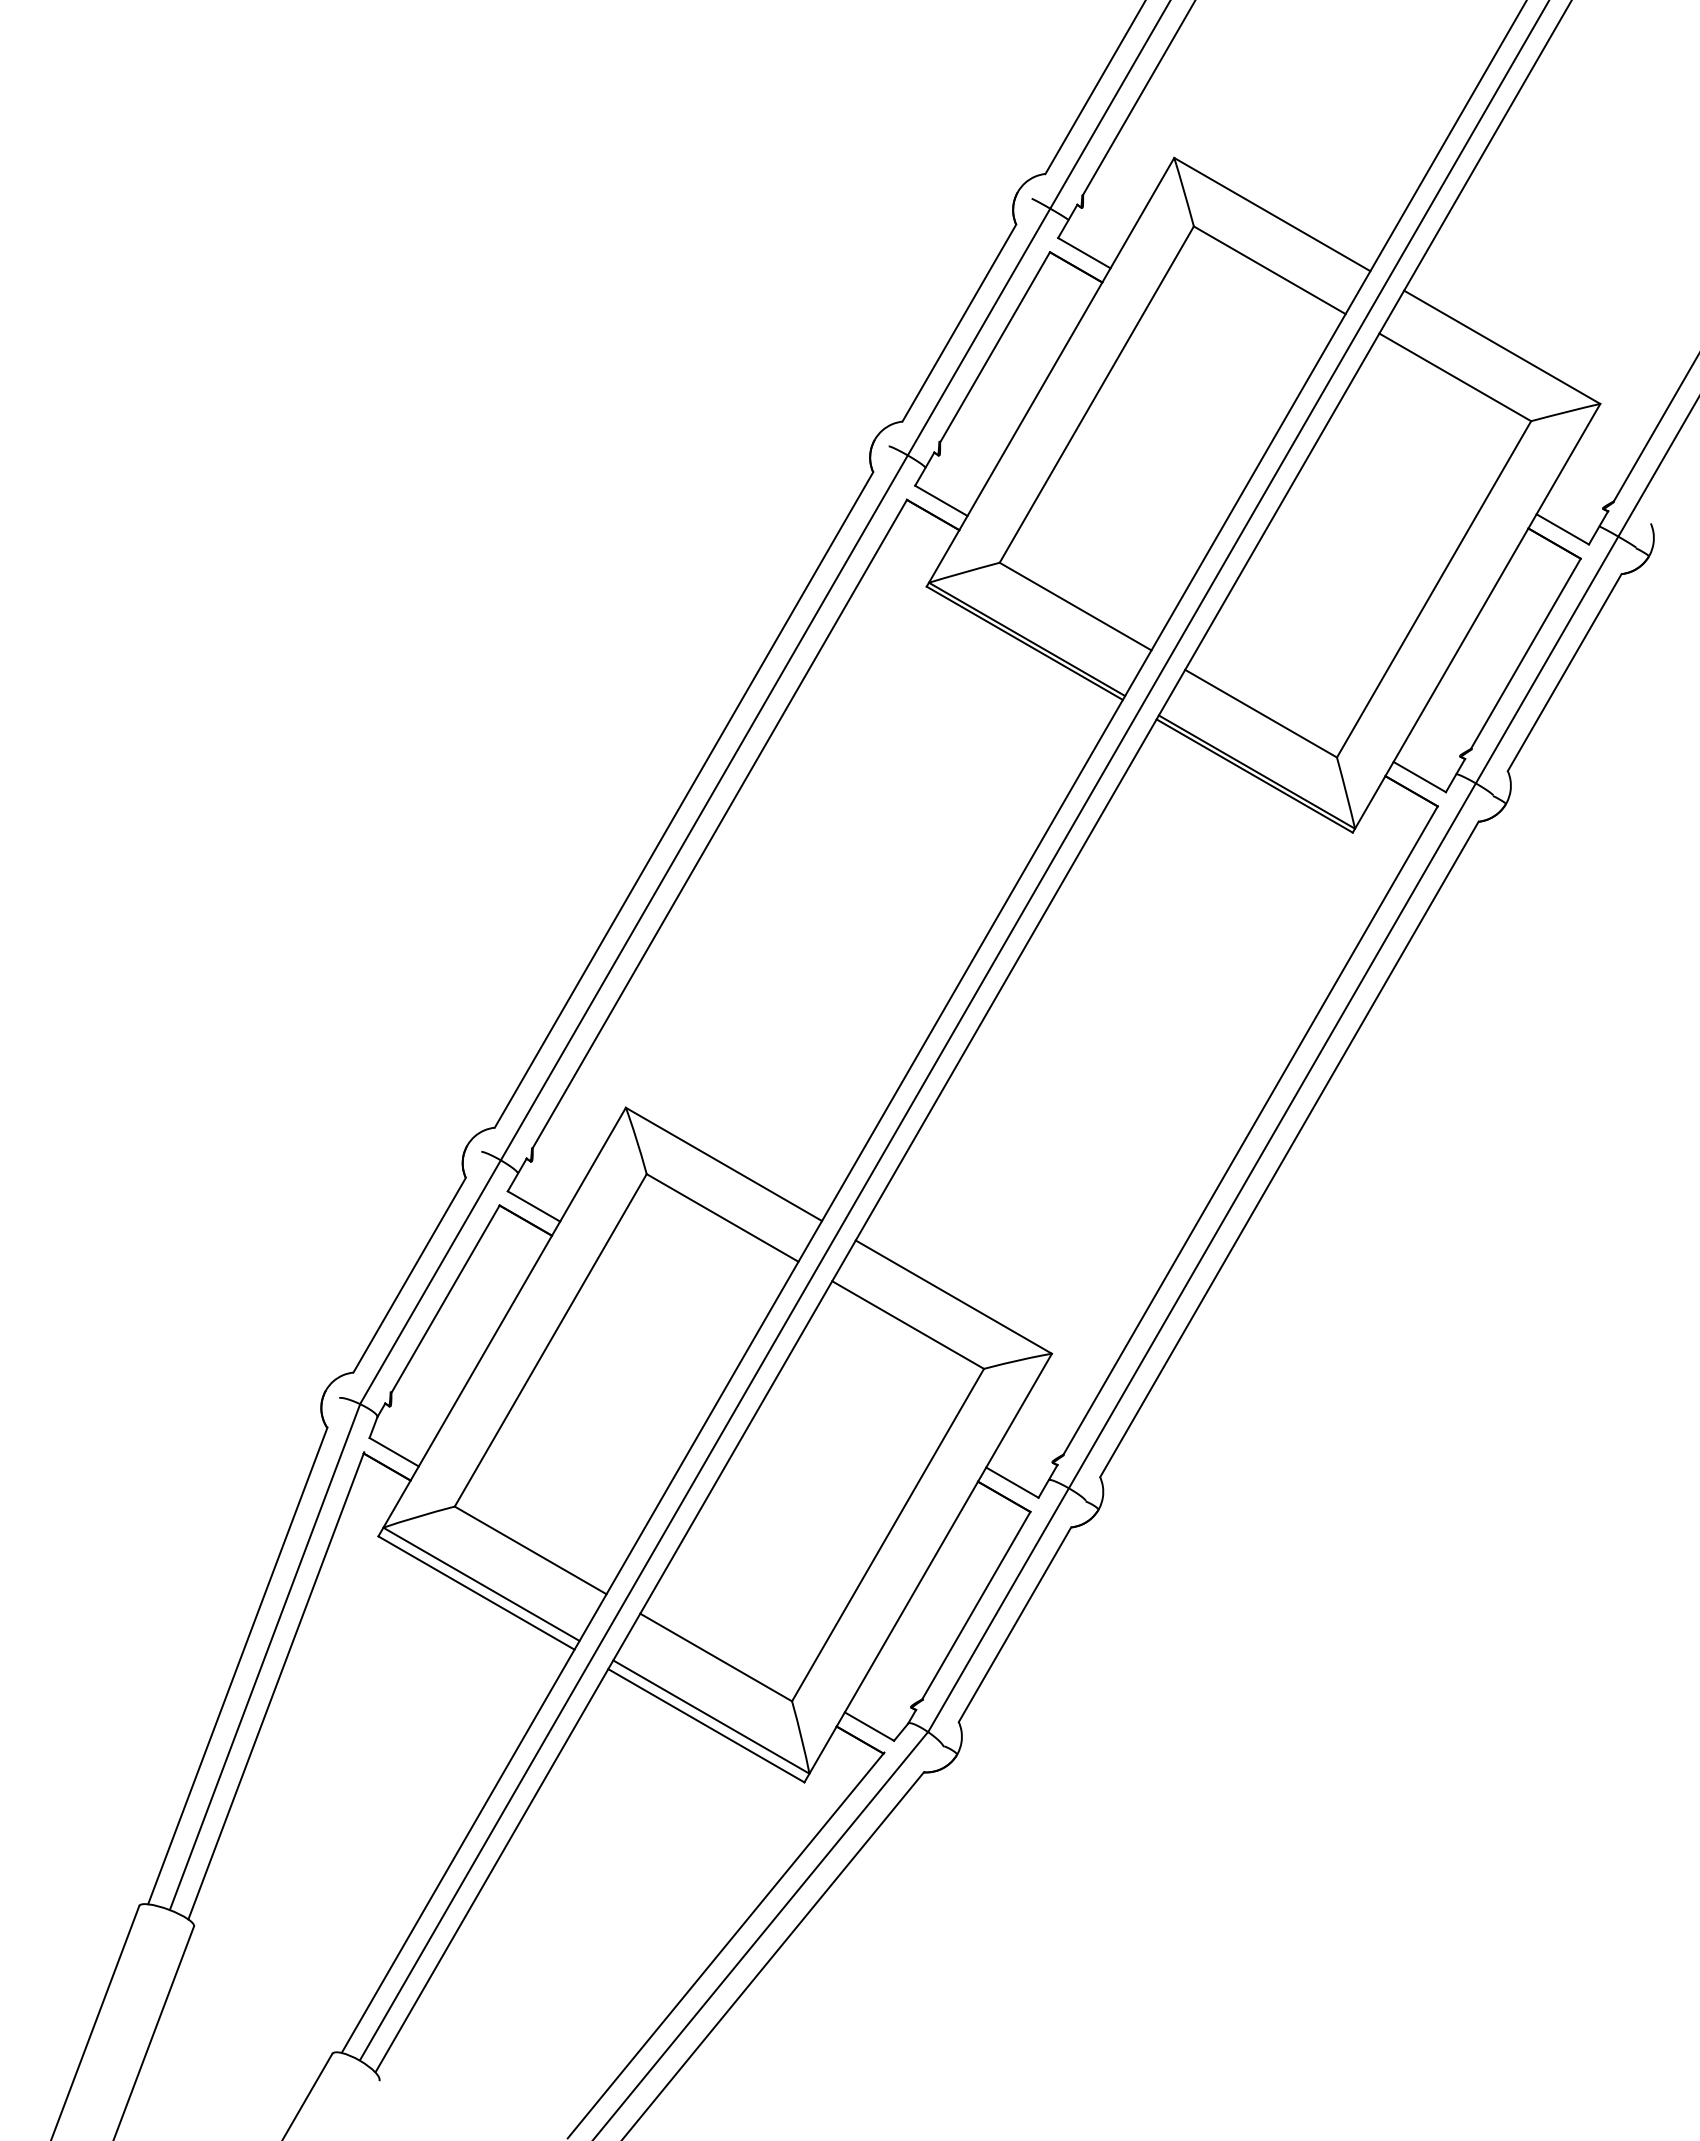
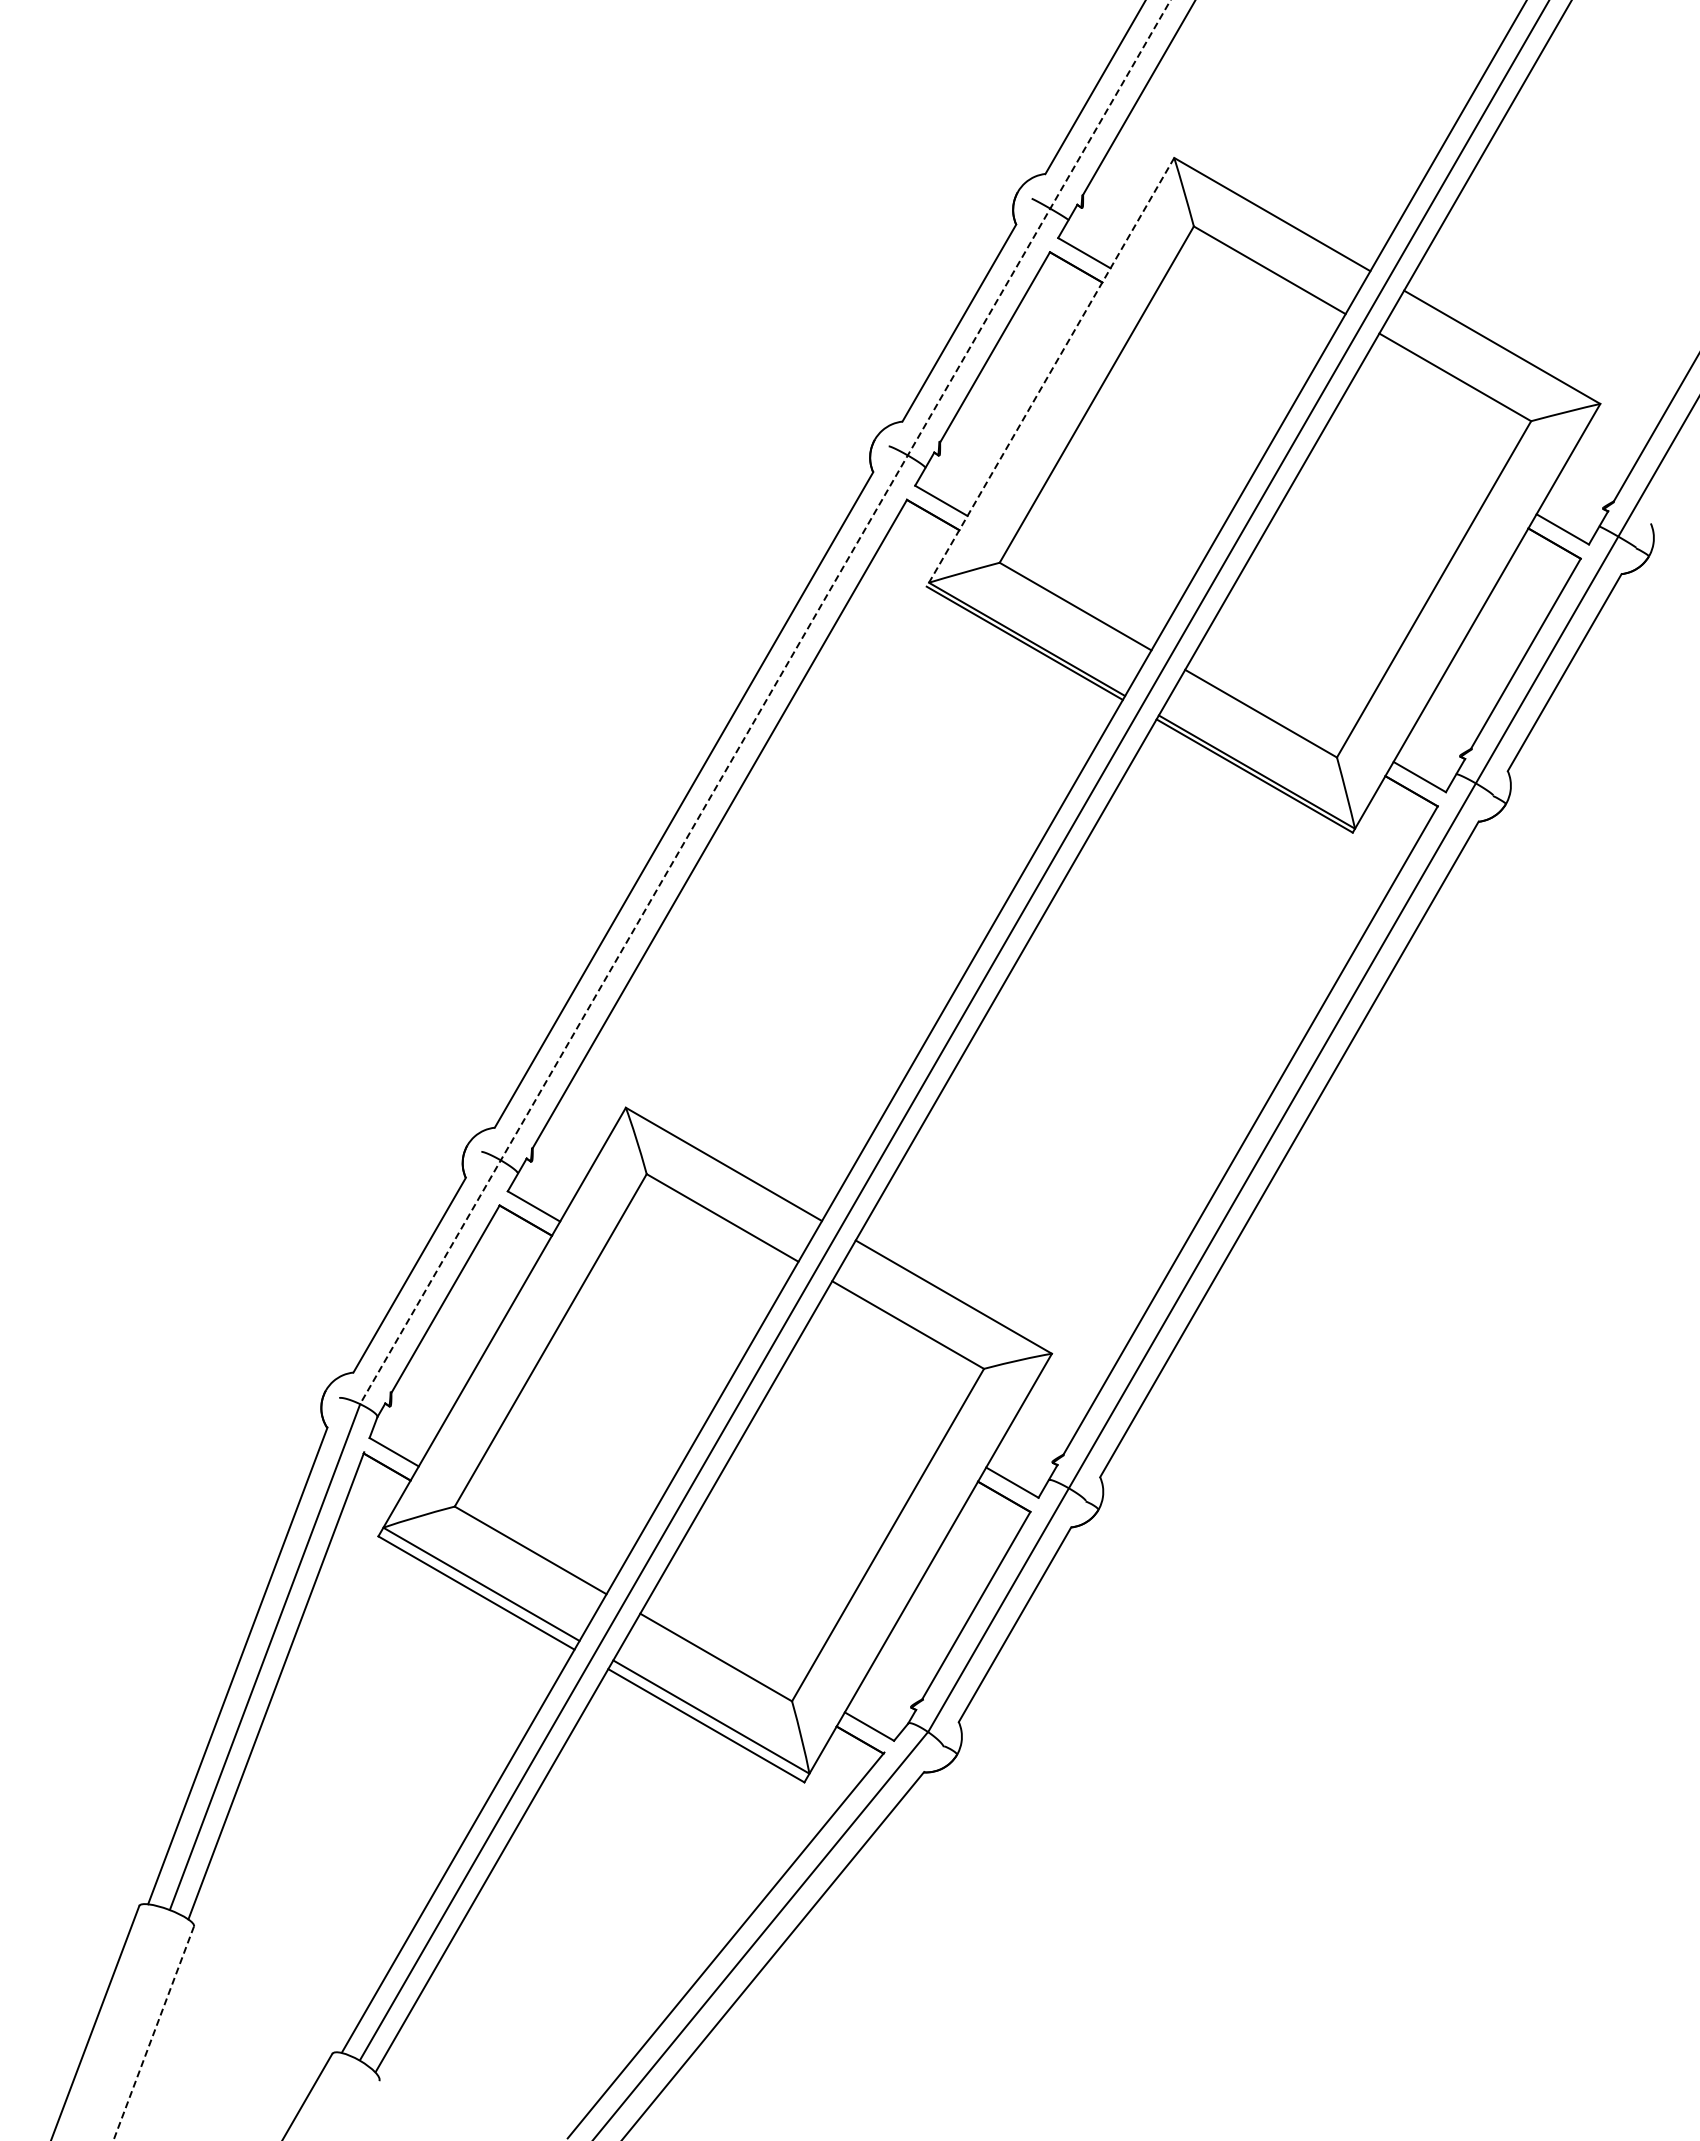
line at (1050, 372): solid -> dashed
line at (765, 702): solid -> dashed
line at (153, 2033): solid -> dashed
